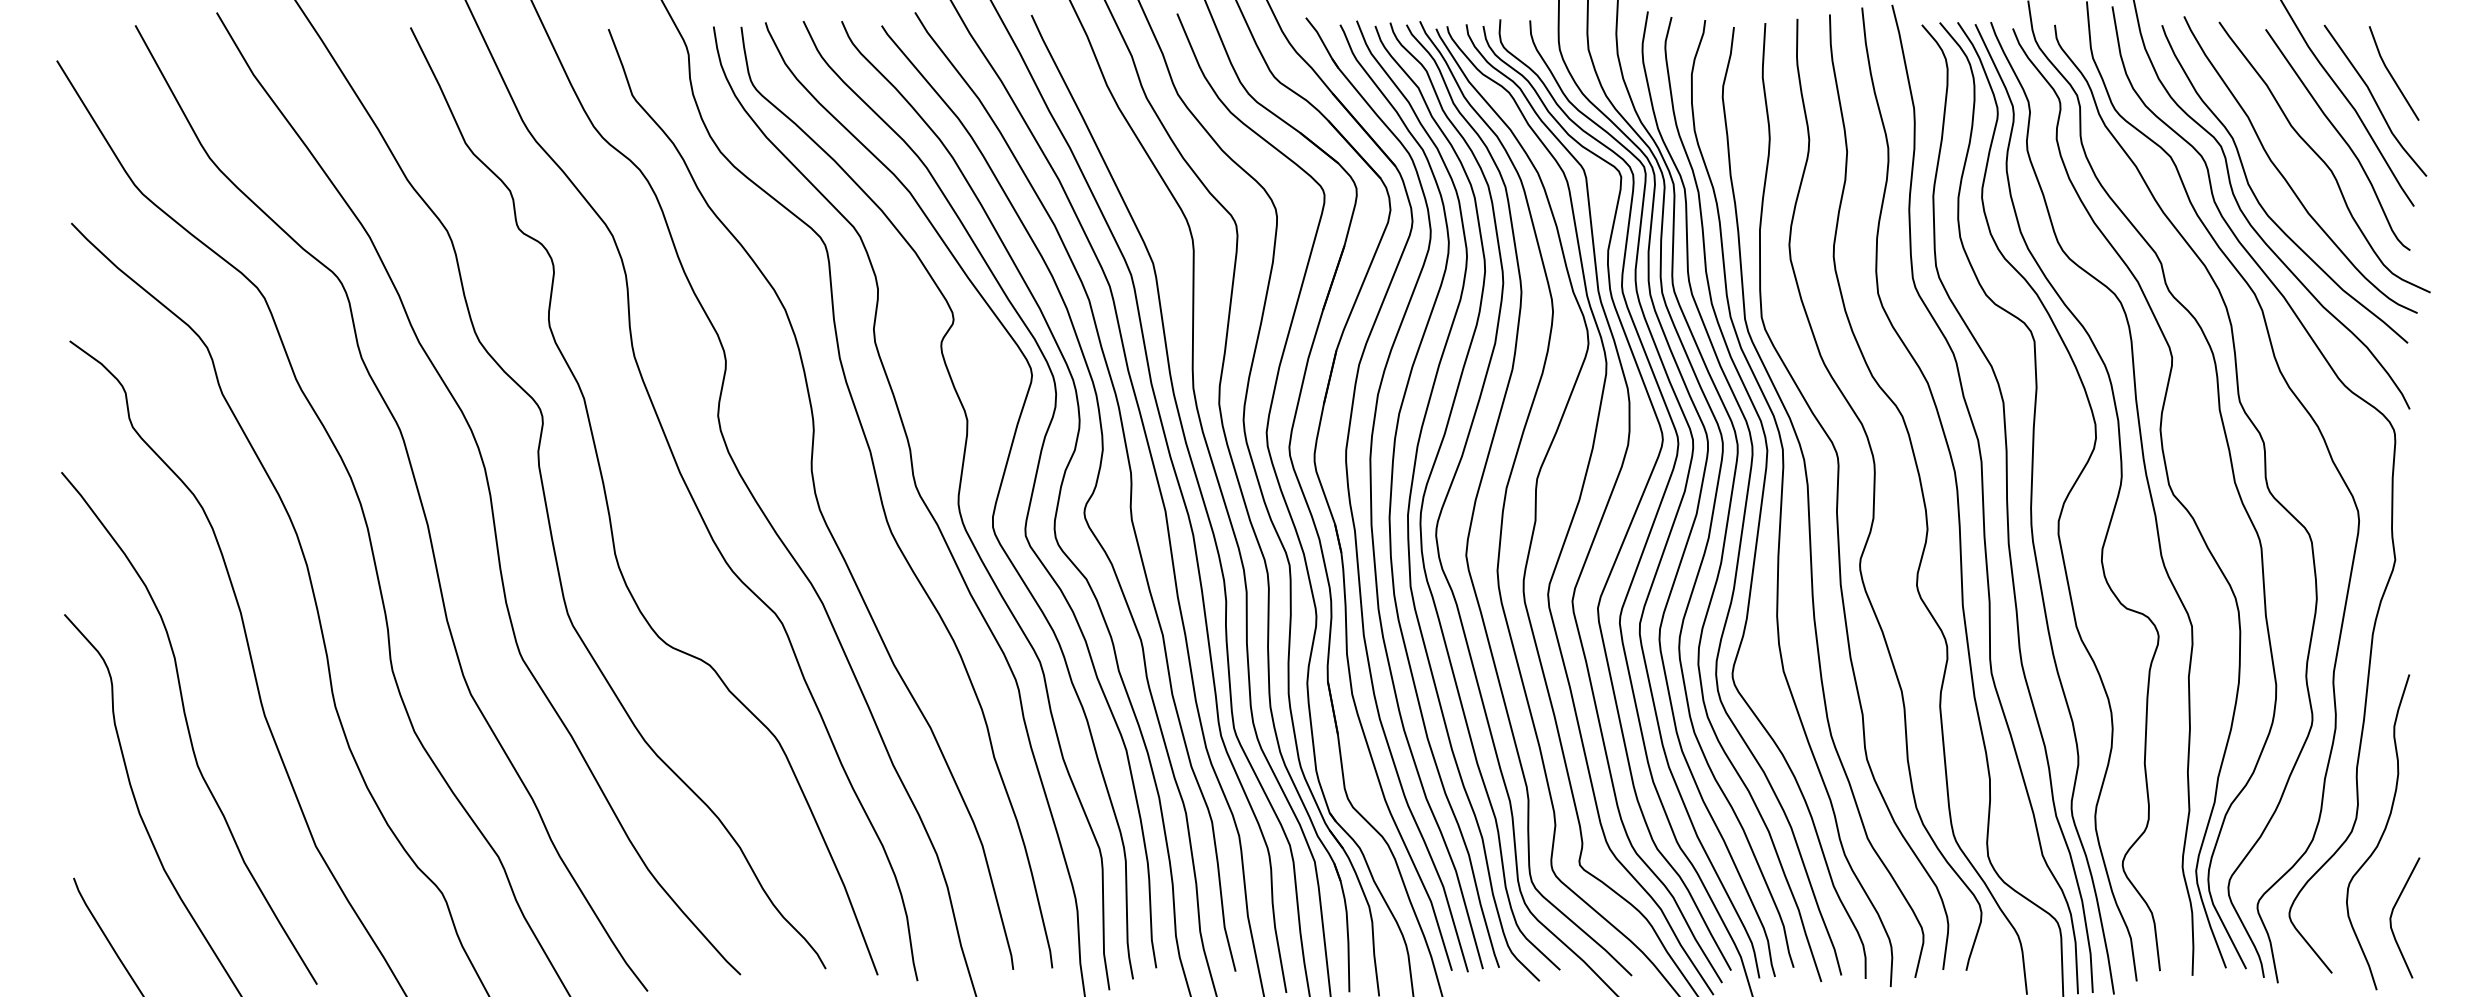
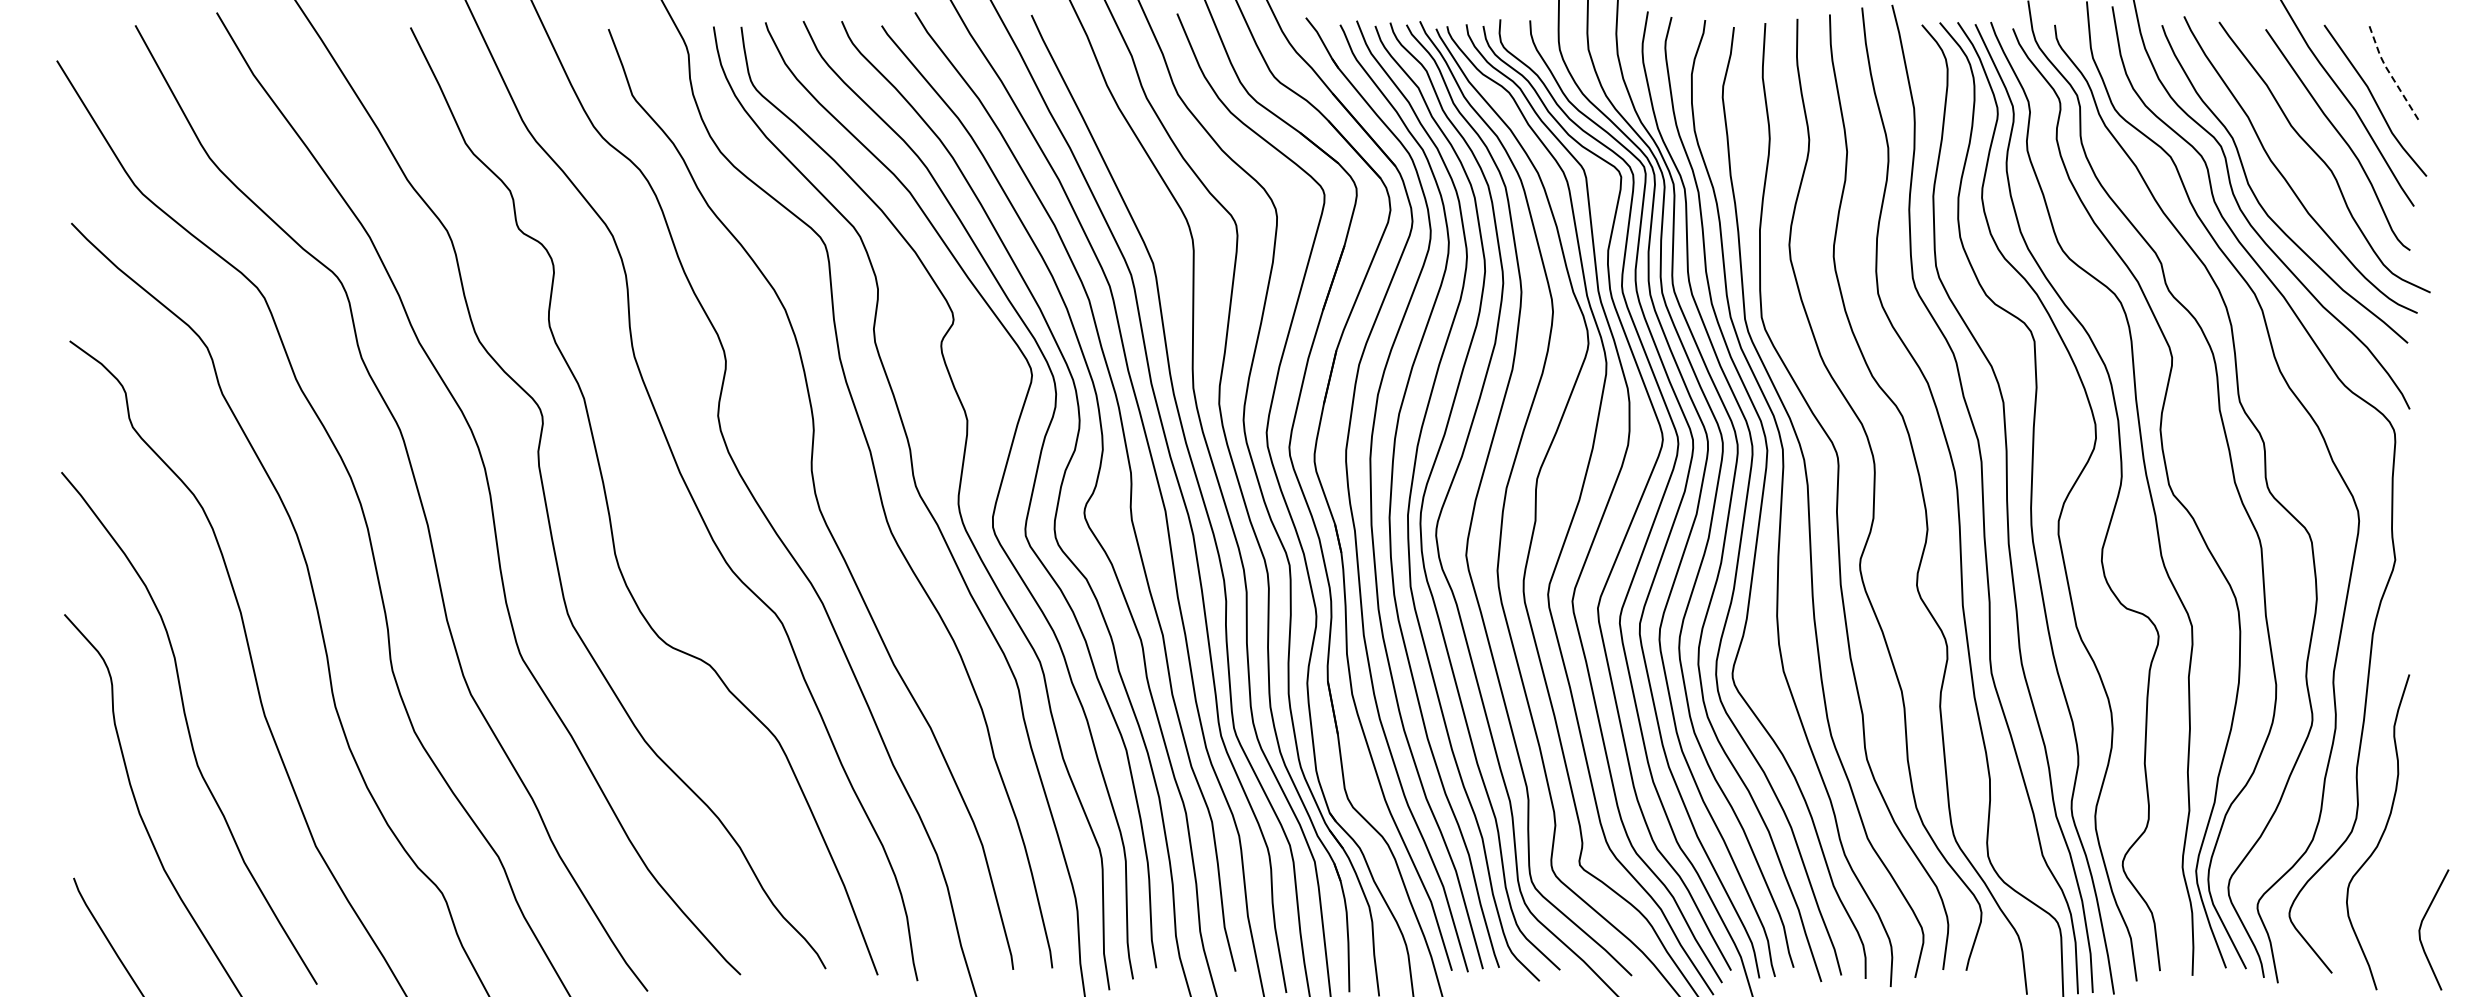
line at (2390, 74): solid -> dashed
curve at (2392, 915) position: (2392, 915) -> (2421, 927)
